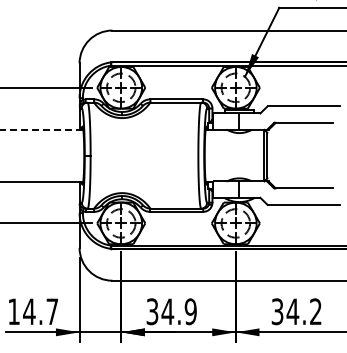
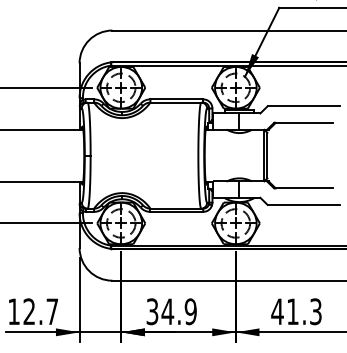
line at (41, 129): dashed -> solid
text at (29, 311): 14.7 -> 12.7
text at (296, 311): 34.2 -> 41.3
